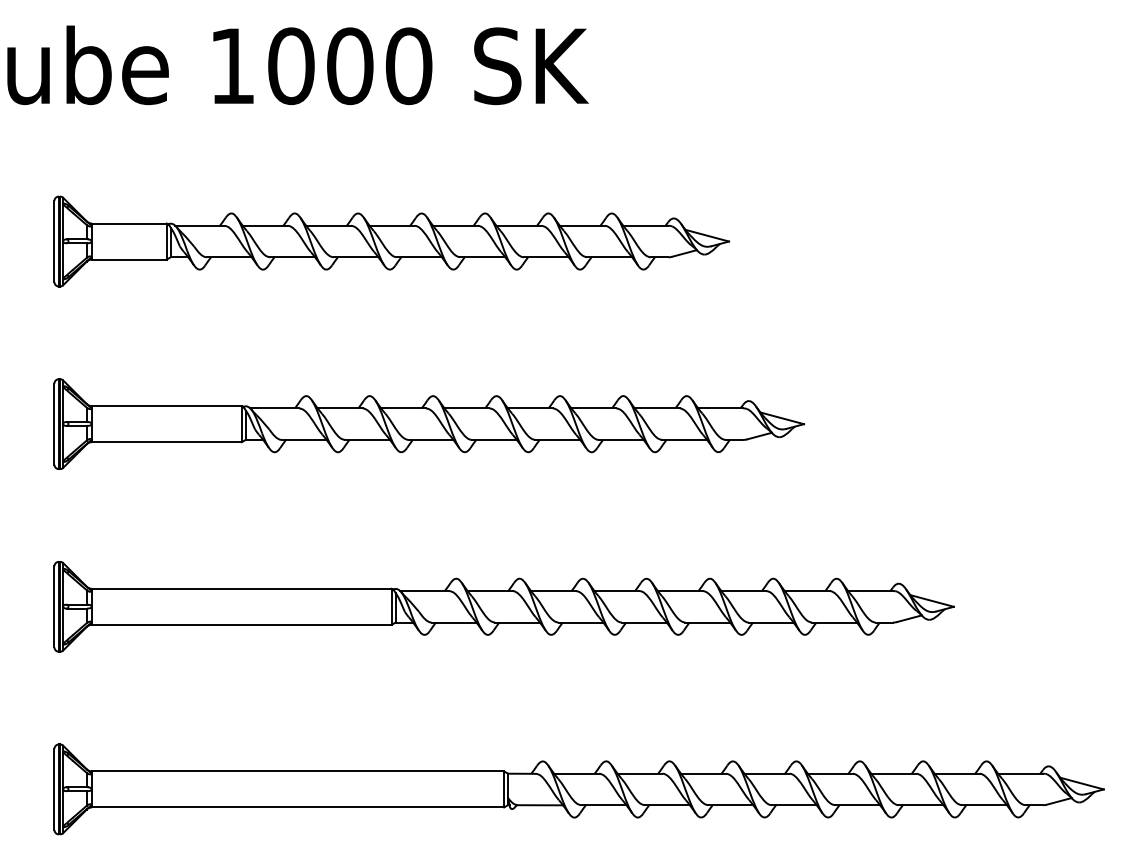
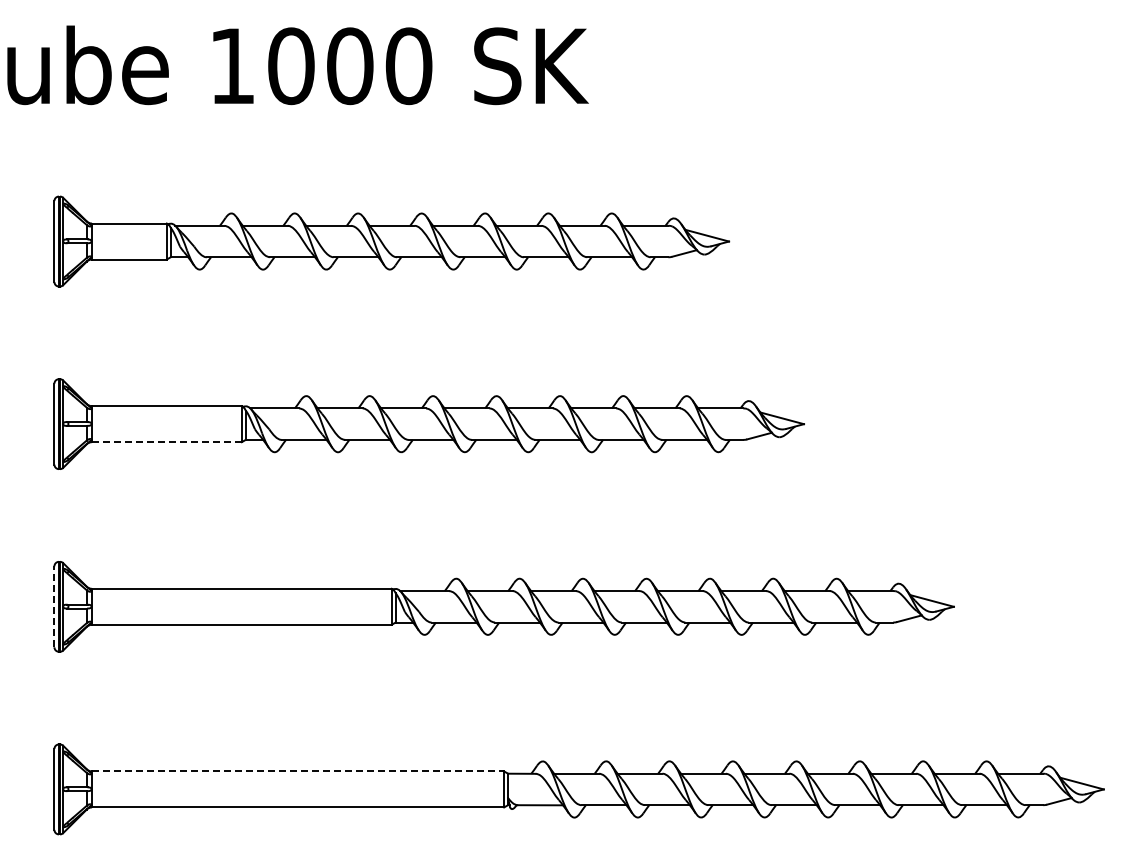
line at (166, 442): solid -> dashed
line at (54, 606): solid -> dashed
line at (298, 771): solid -> dashed
